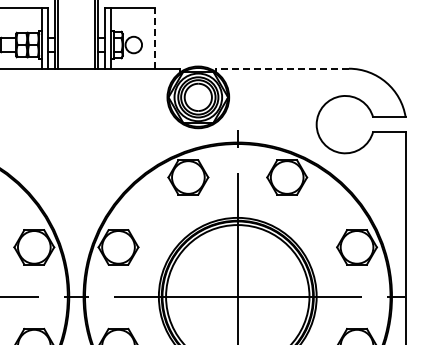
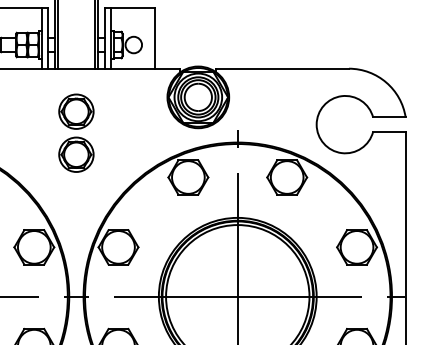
line at (155, 37): dashed -> solid
line at (282, 68): dashed -> solid
part at (76, 132): none -> present
